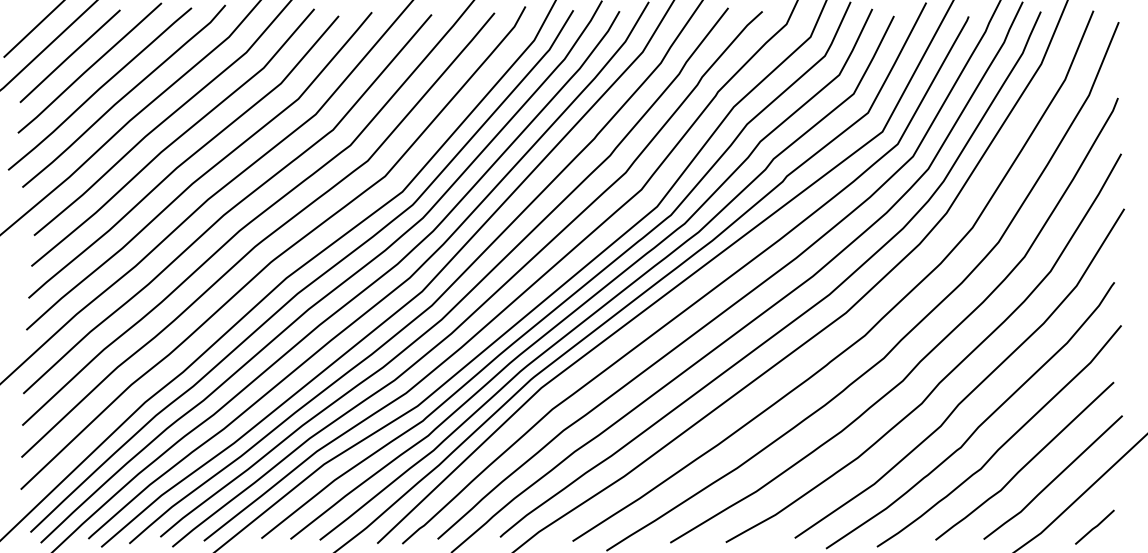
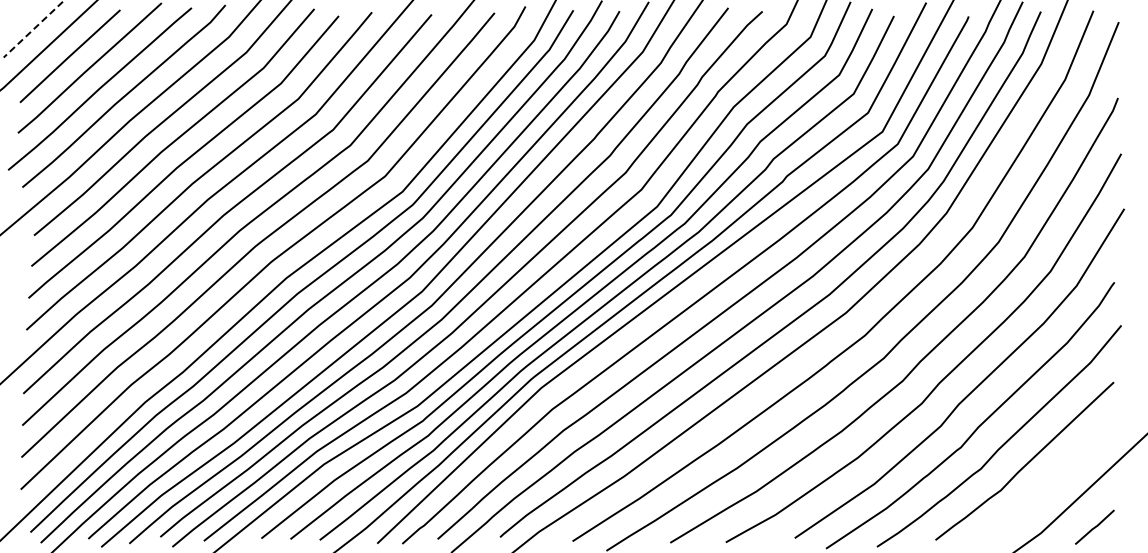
line at (34, 28): solid -> dashed
curve at (1054, 478): present -> none
